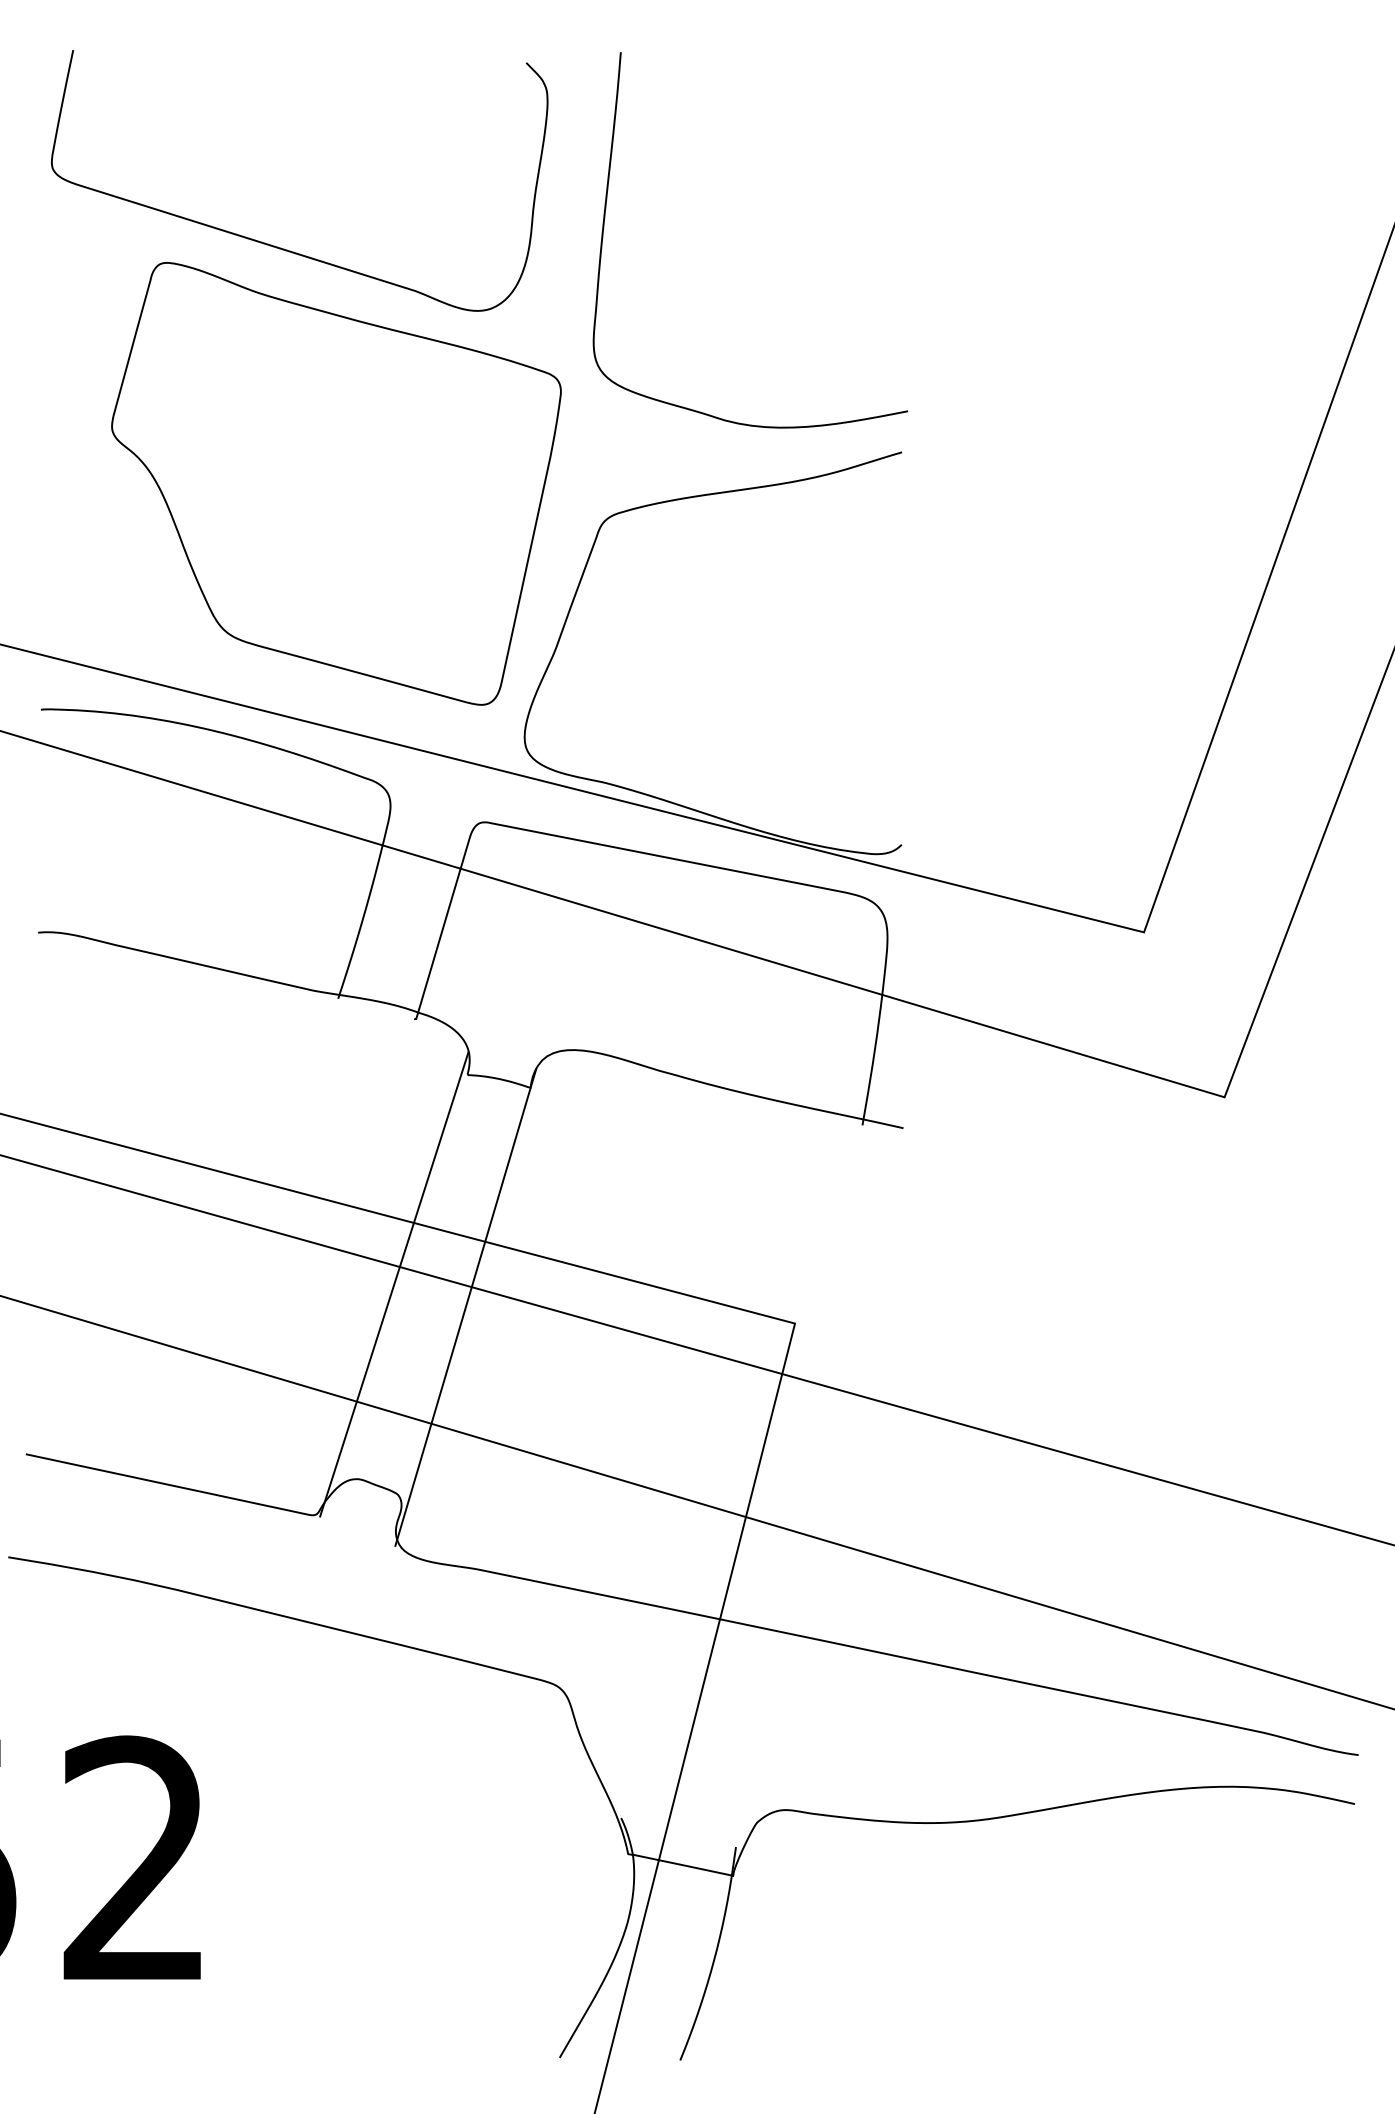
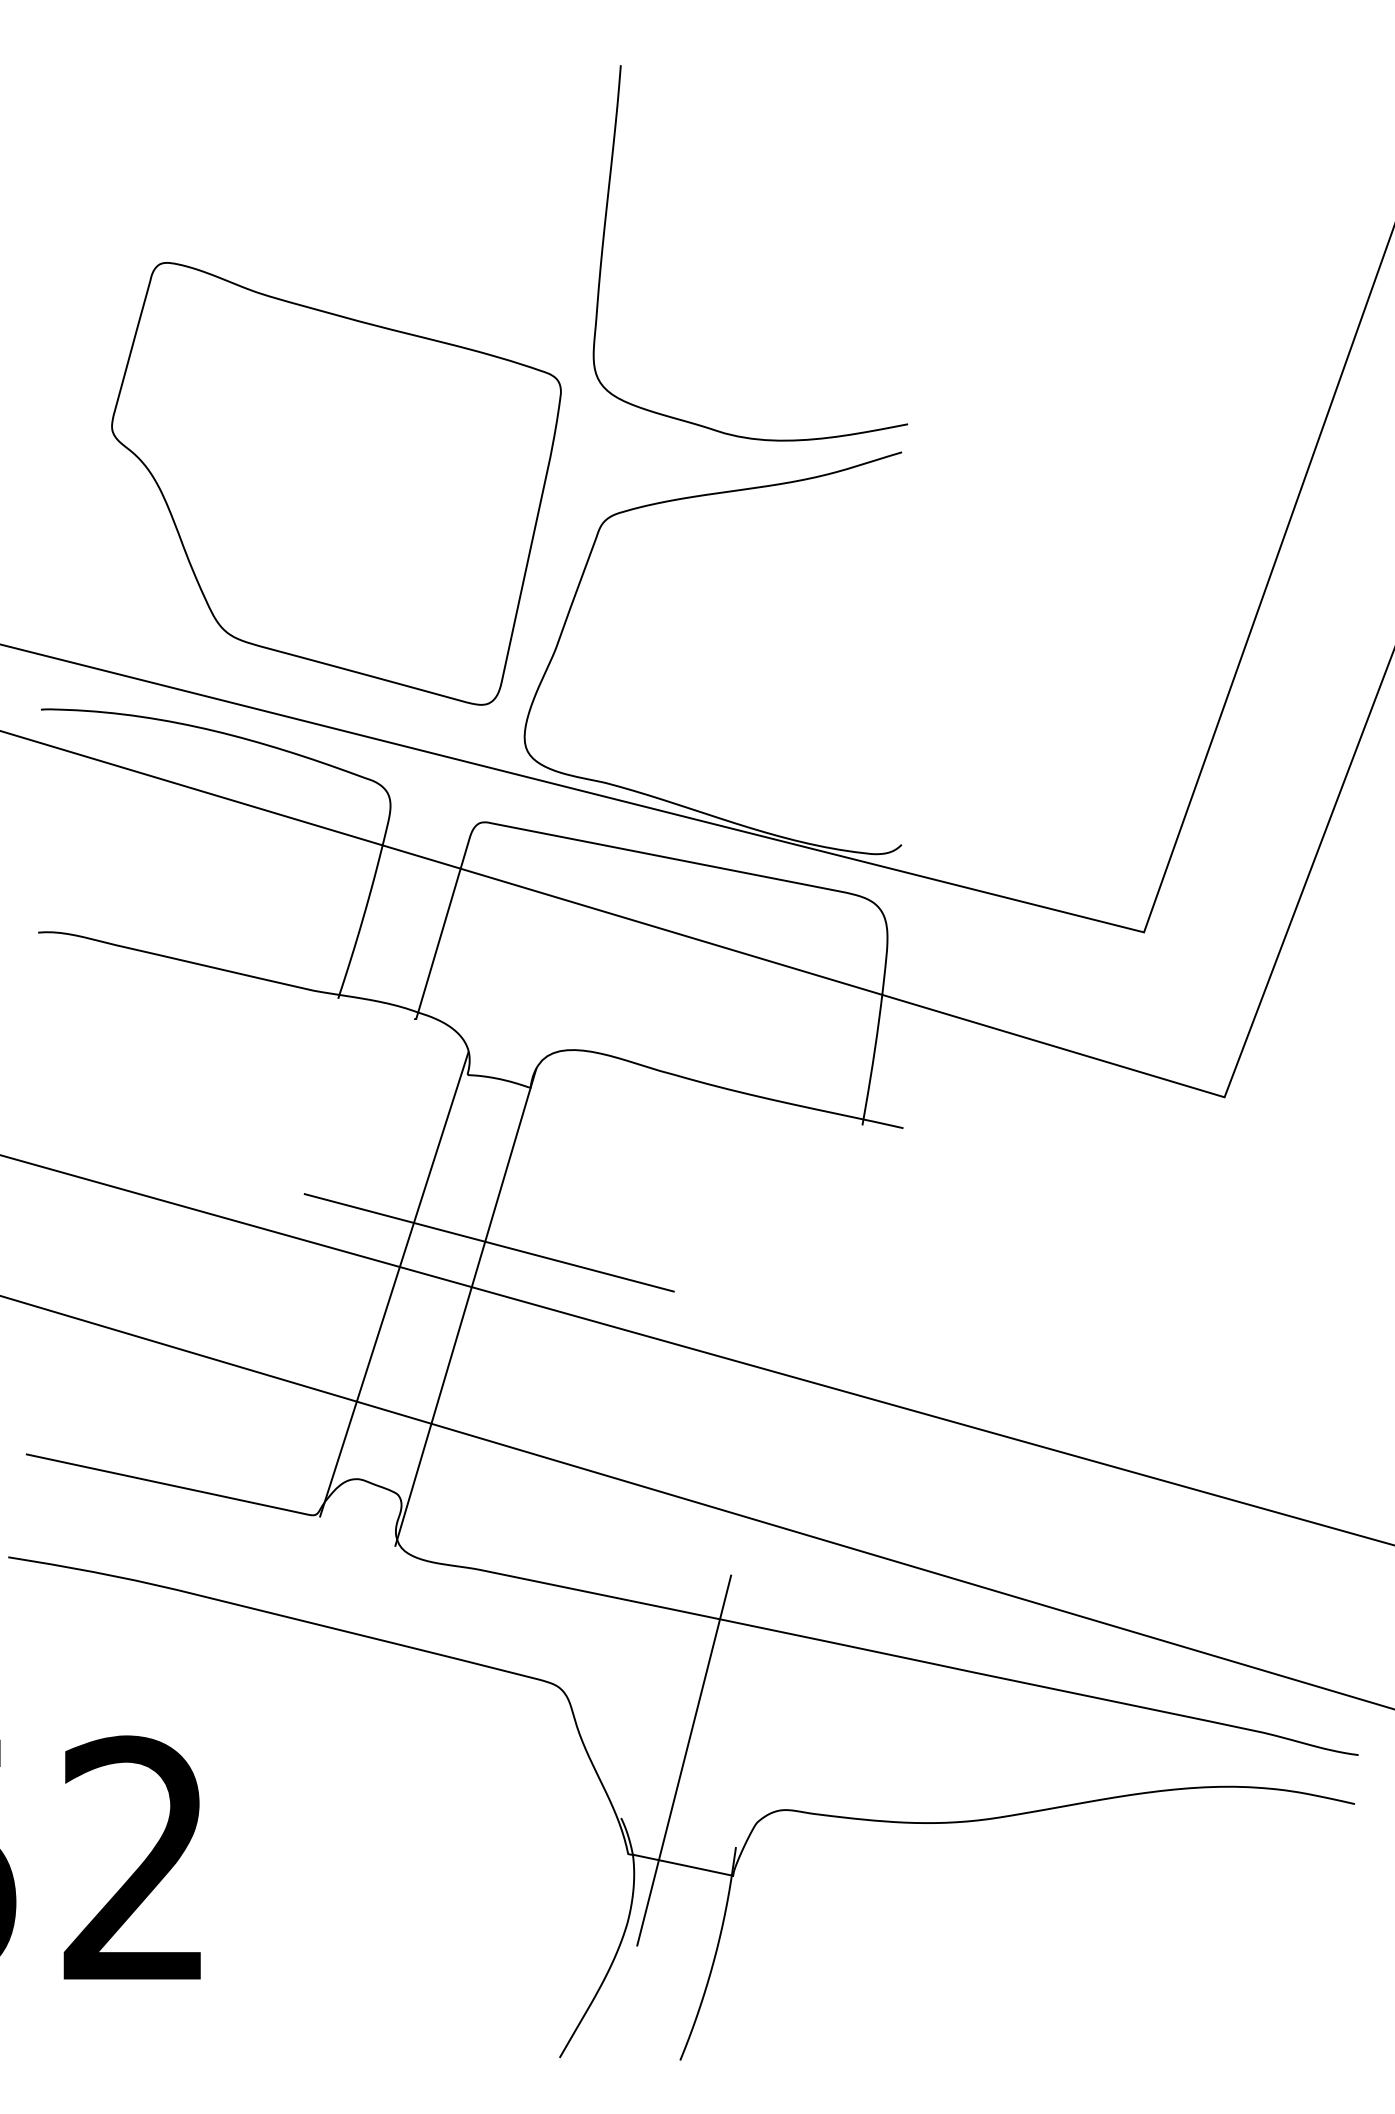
curve at (604, 228) position: (604, 228) -> (604, 241)
curve at (281, 247): present -> none
line at (792, 1322): solid -> dashed
